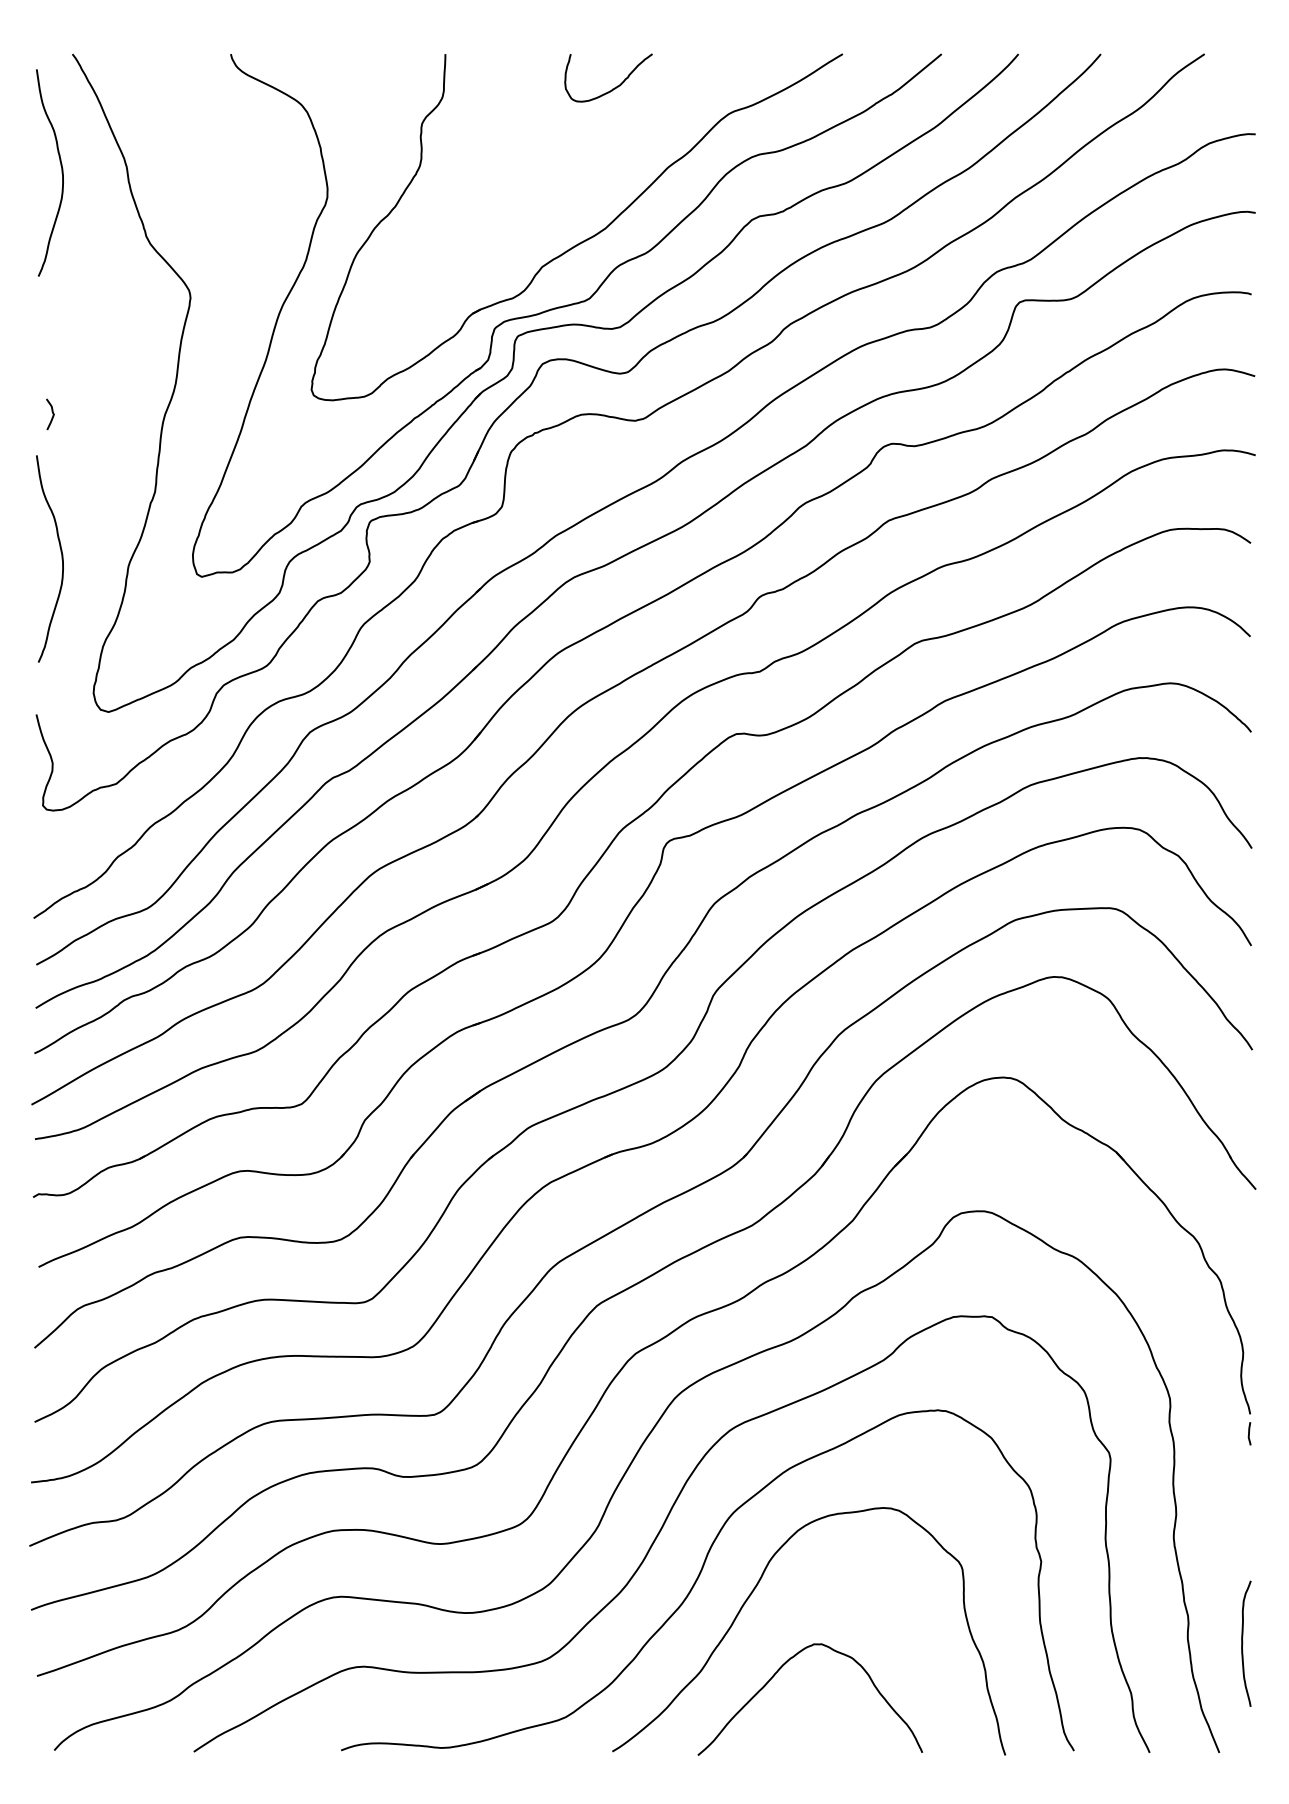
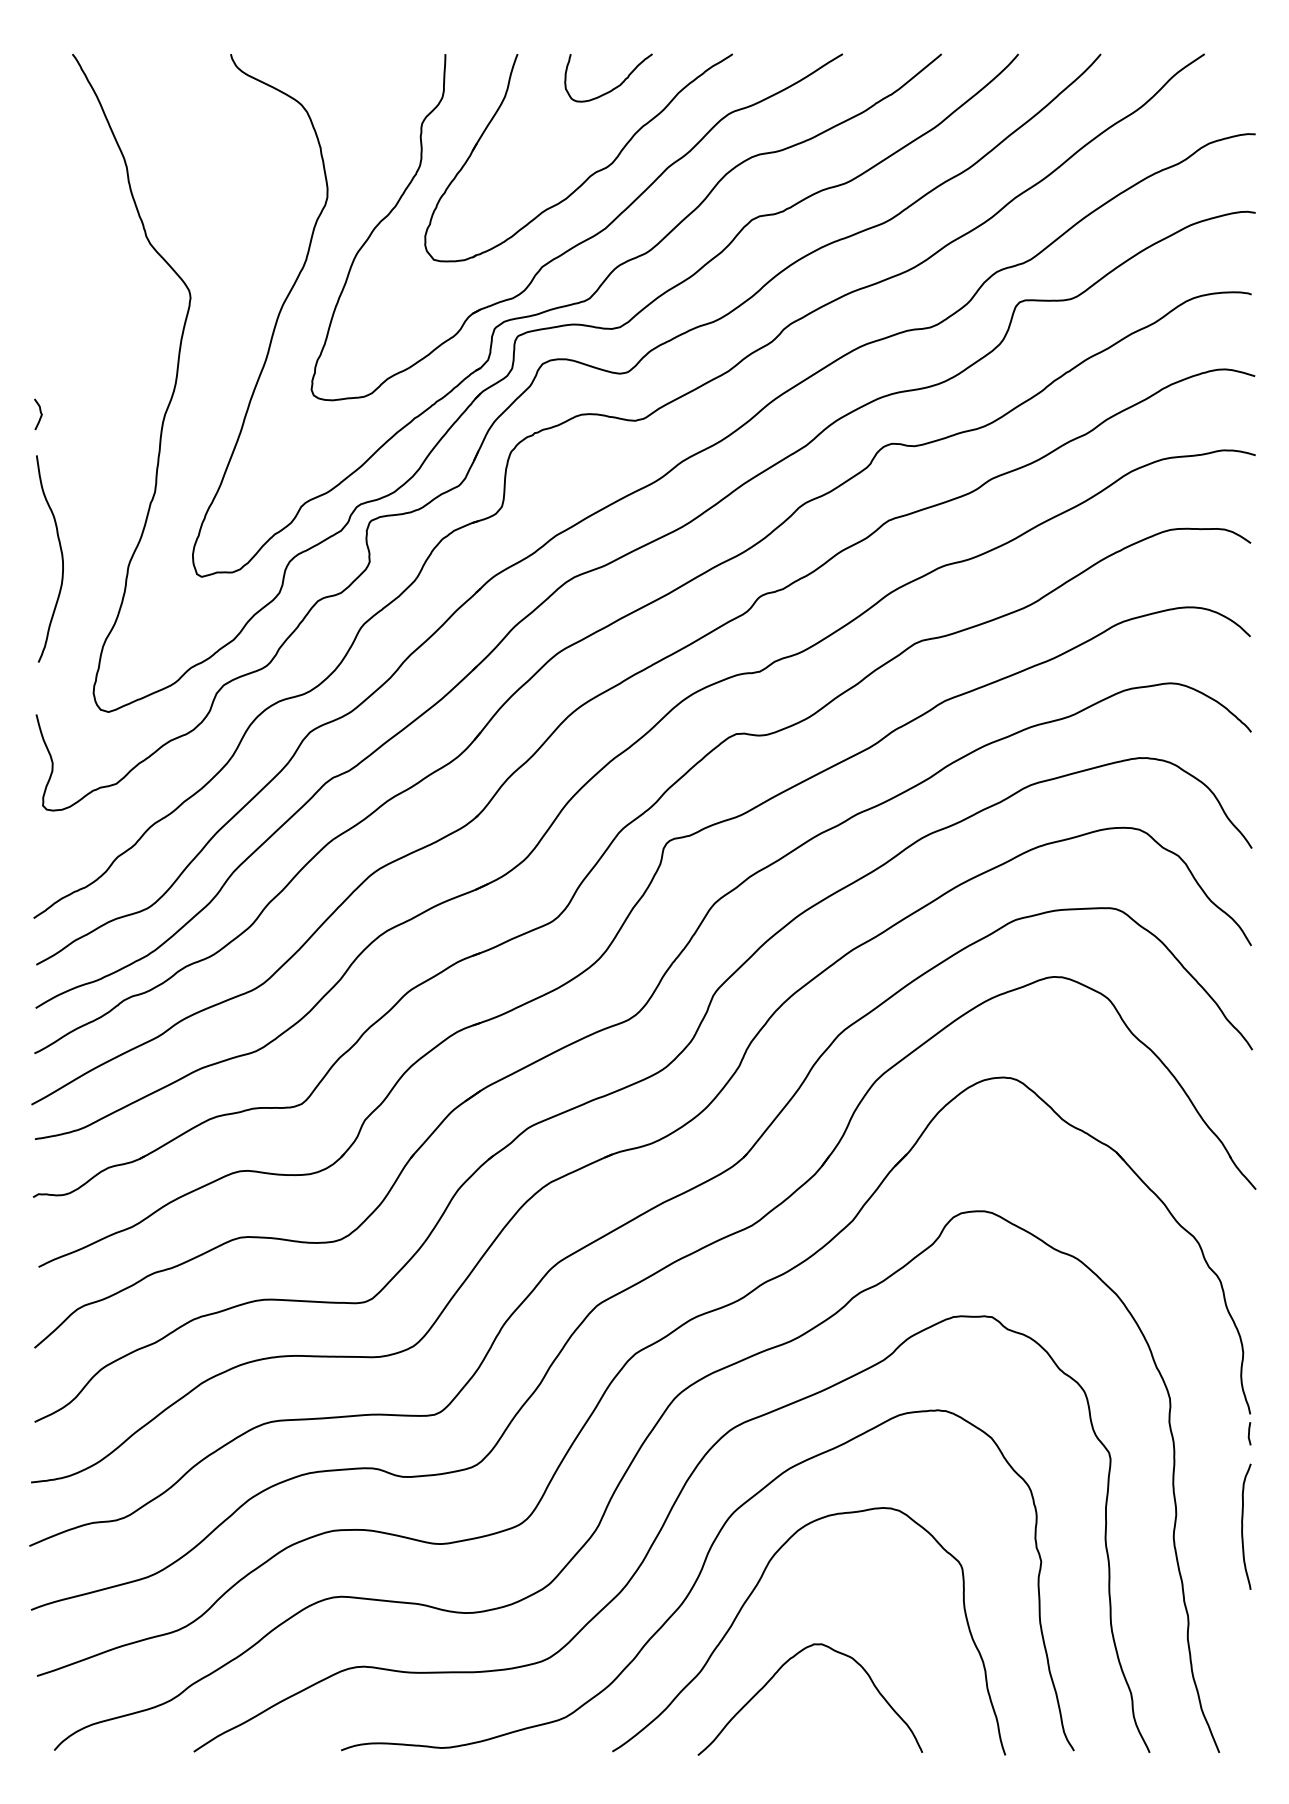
curve at (61, 172): present -> none
part at (589, 175): none -> present
curve at (52, 414) position: (52, 414) -> (40, 414)
curve at (1243, 1643) position: (1243, 1643) -> (1243, 1526)
